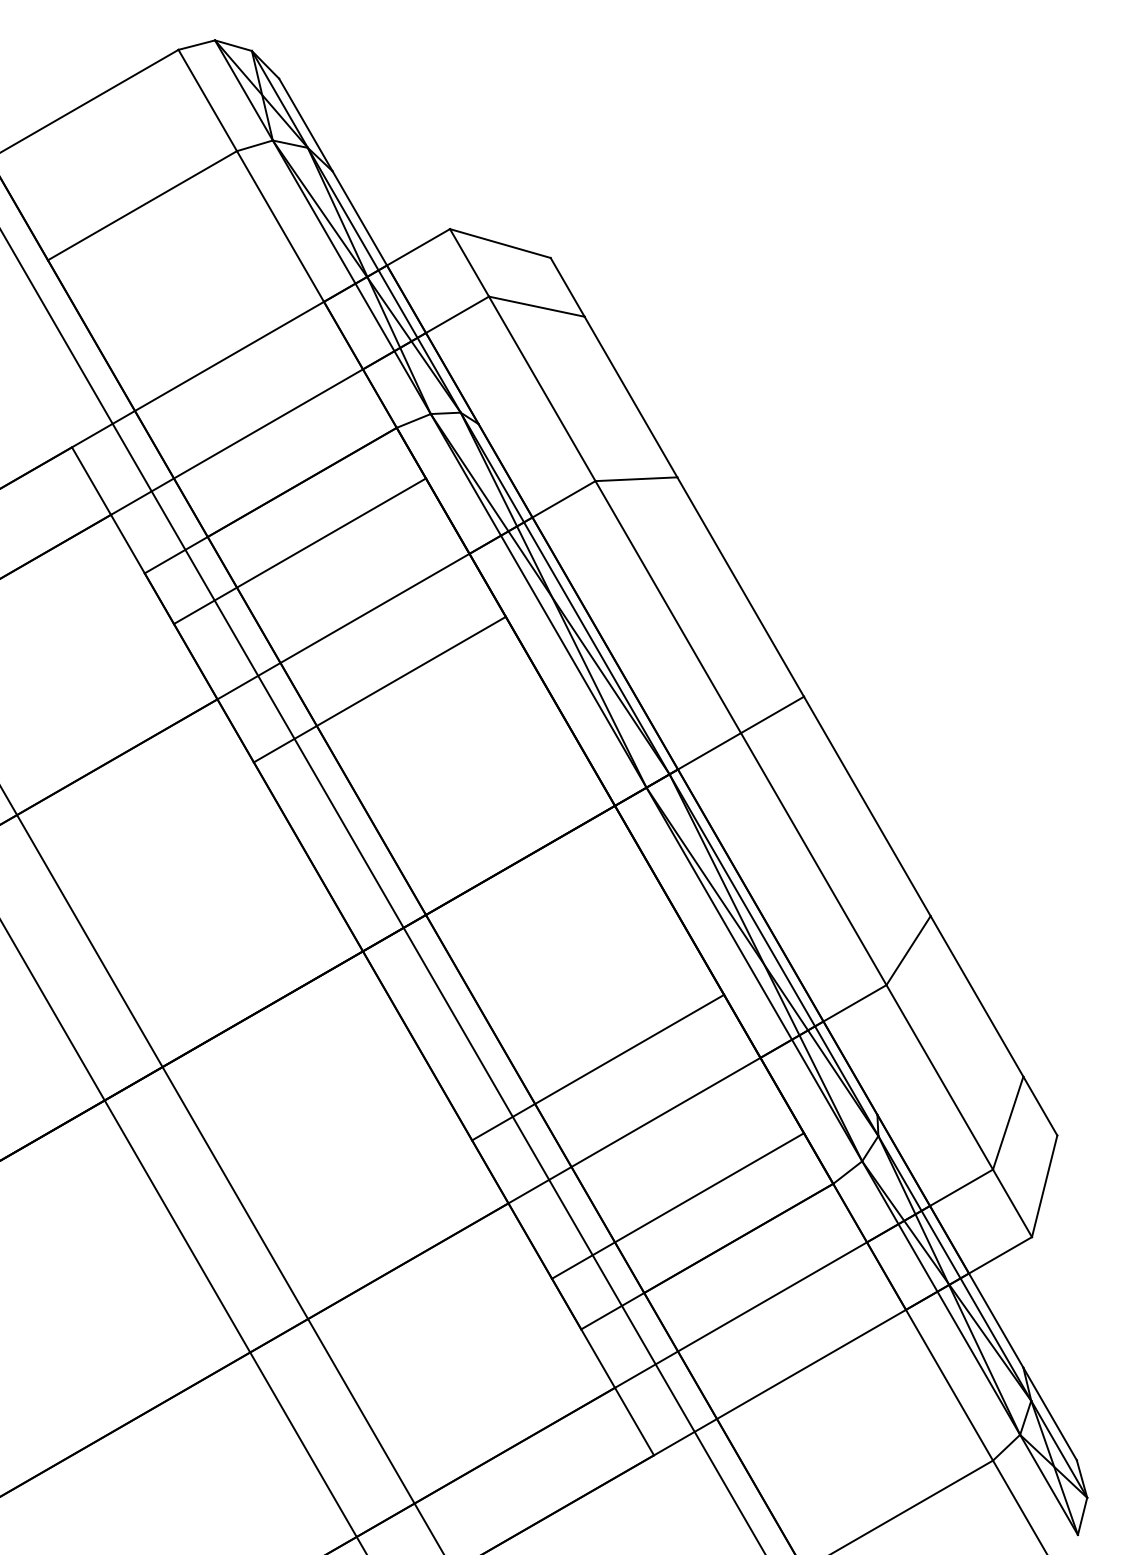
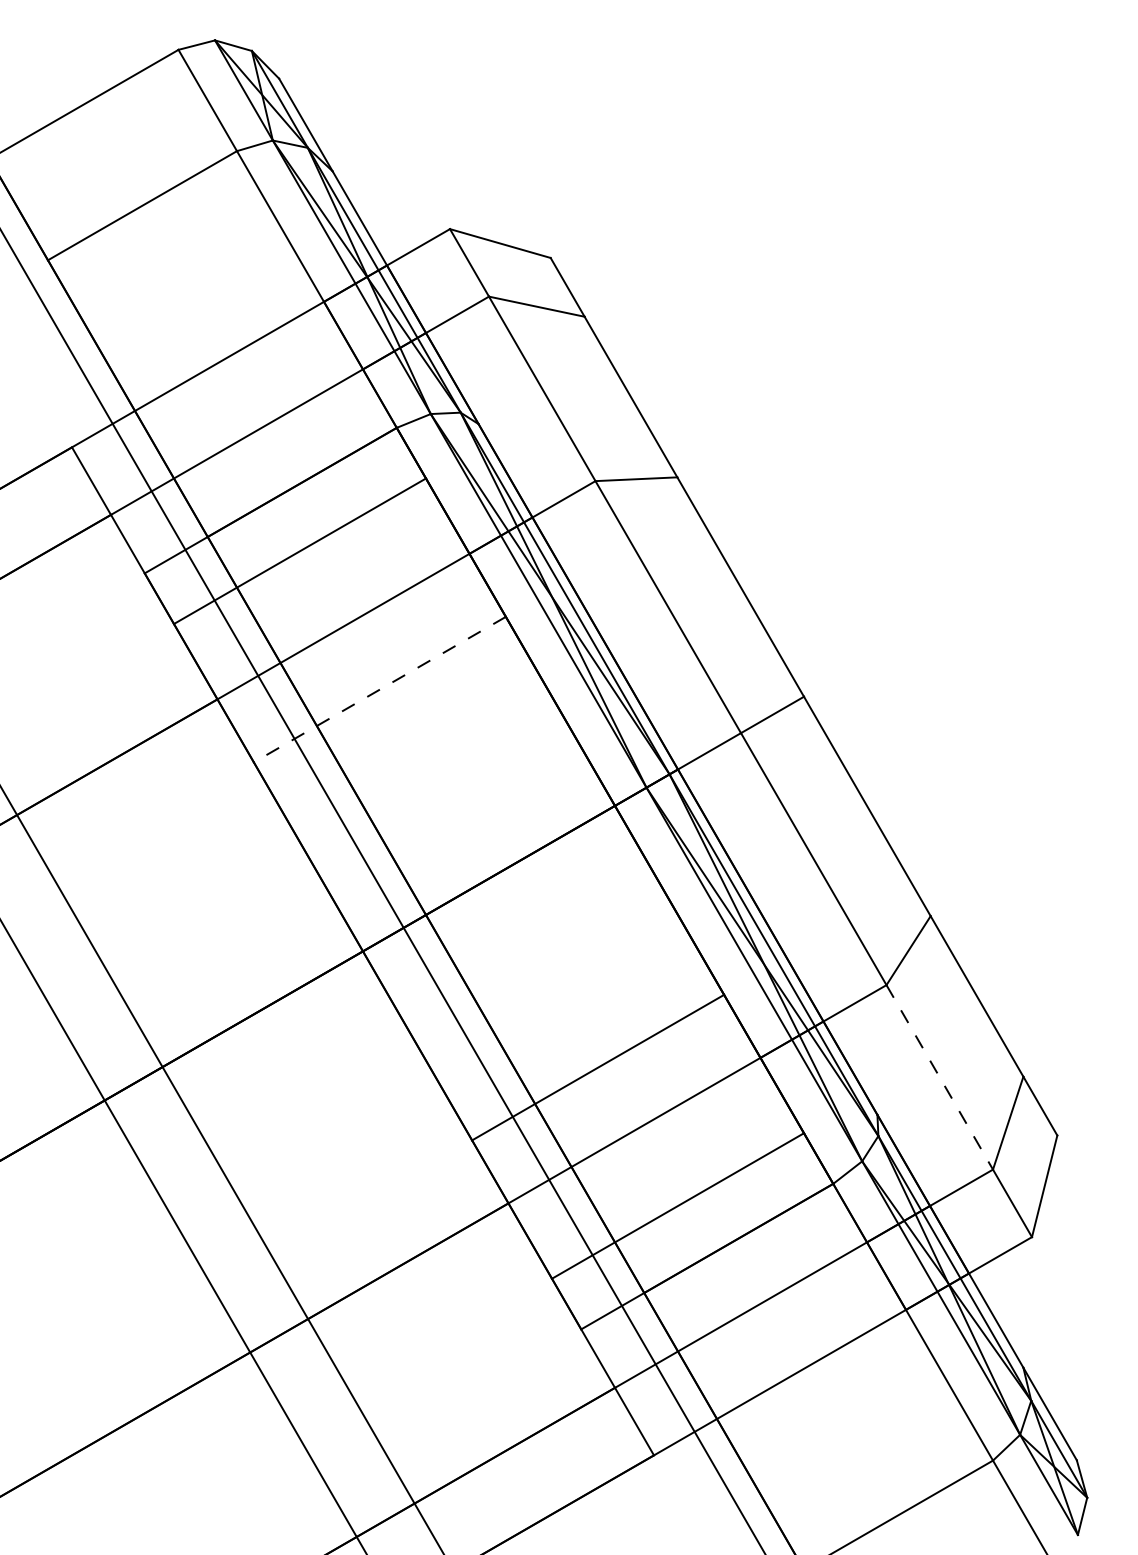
line at (379, 689): solid -> dashed
line at (939, 1077): solid -> dashed
